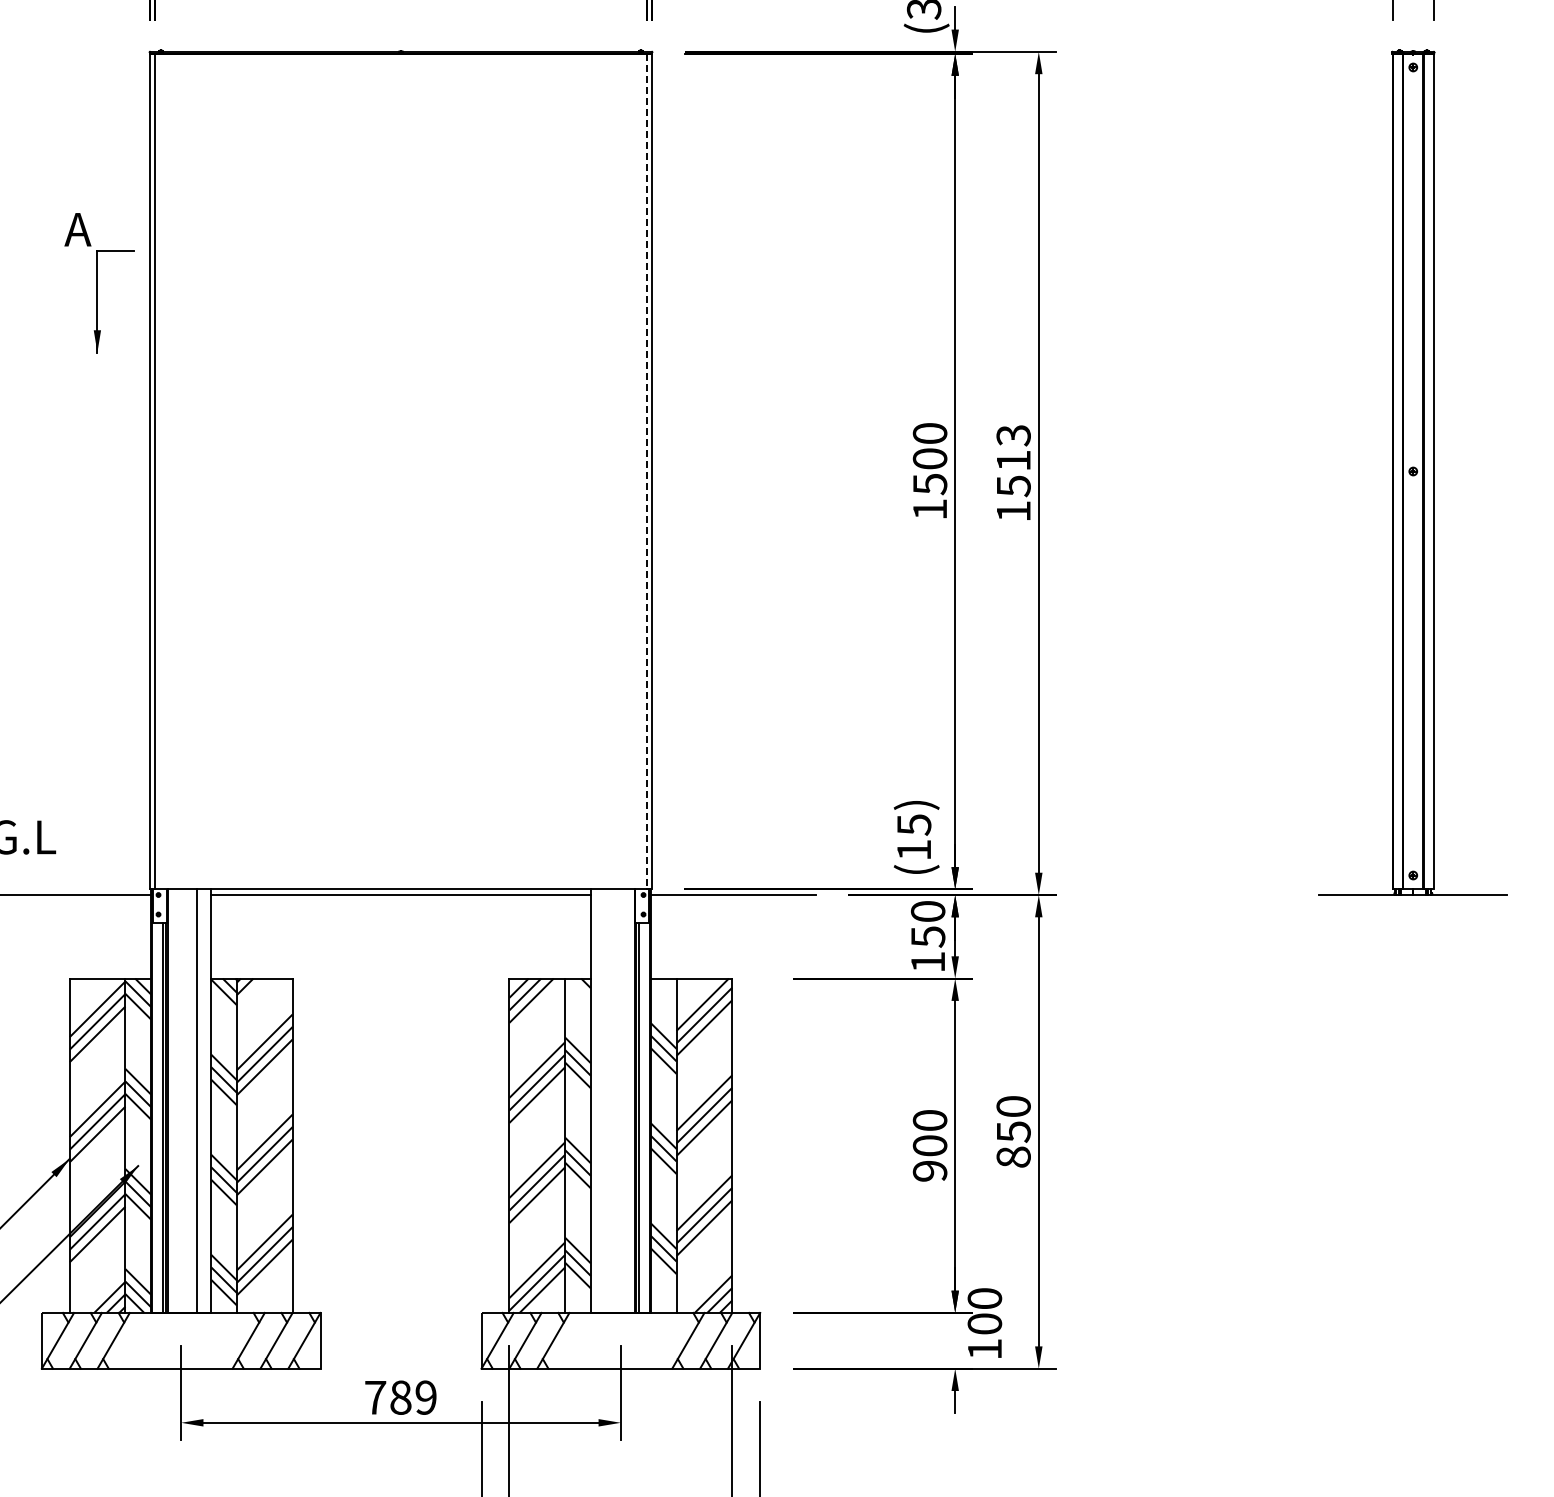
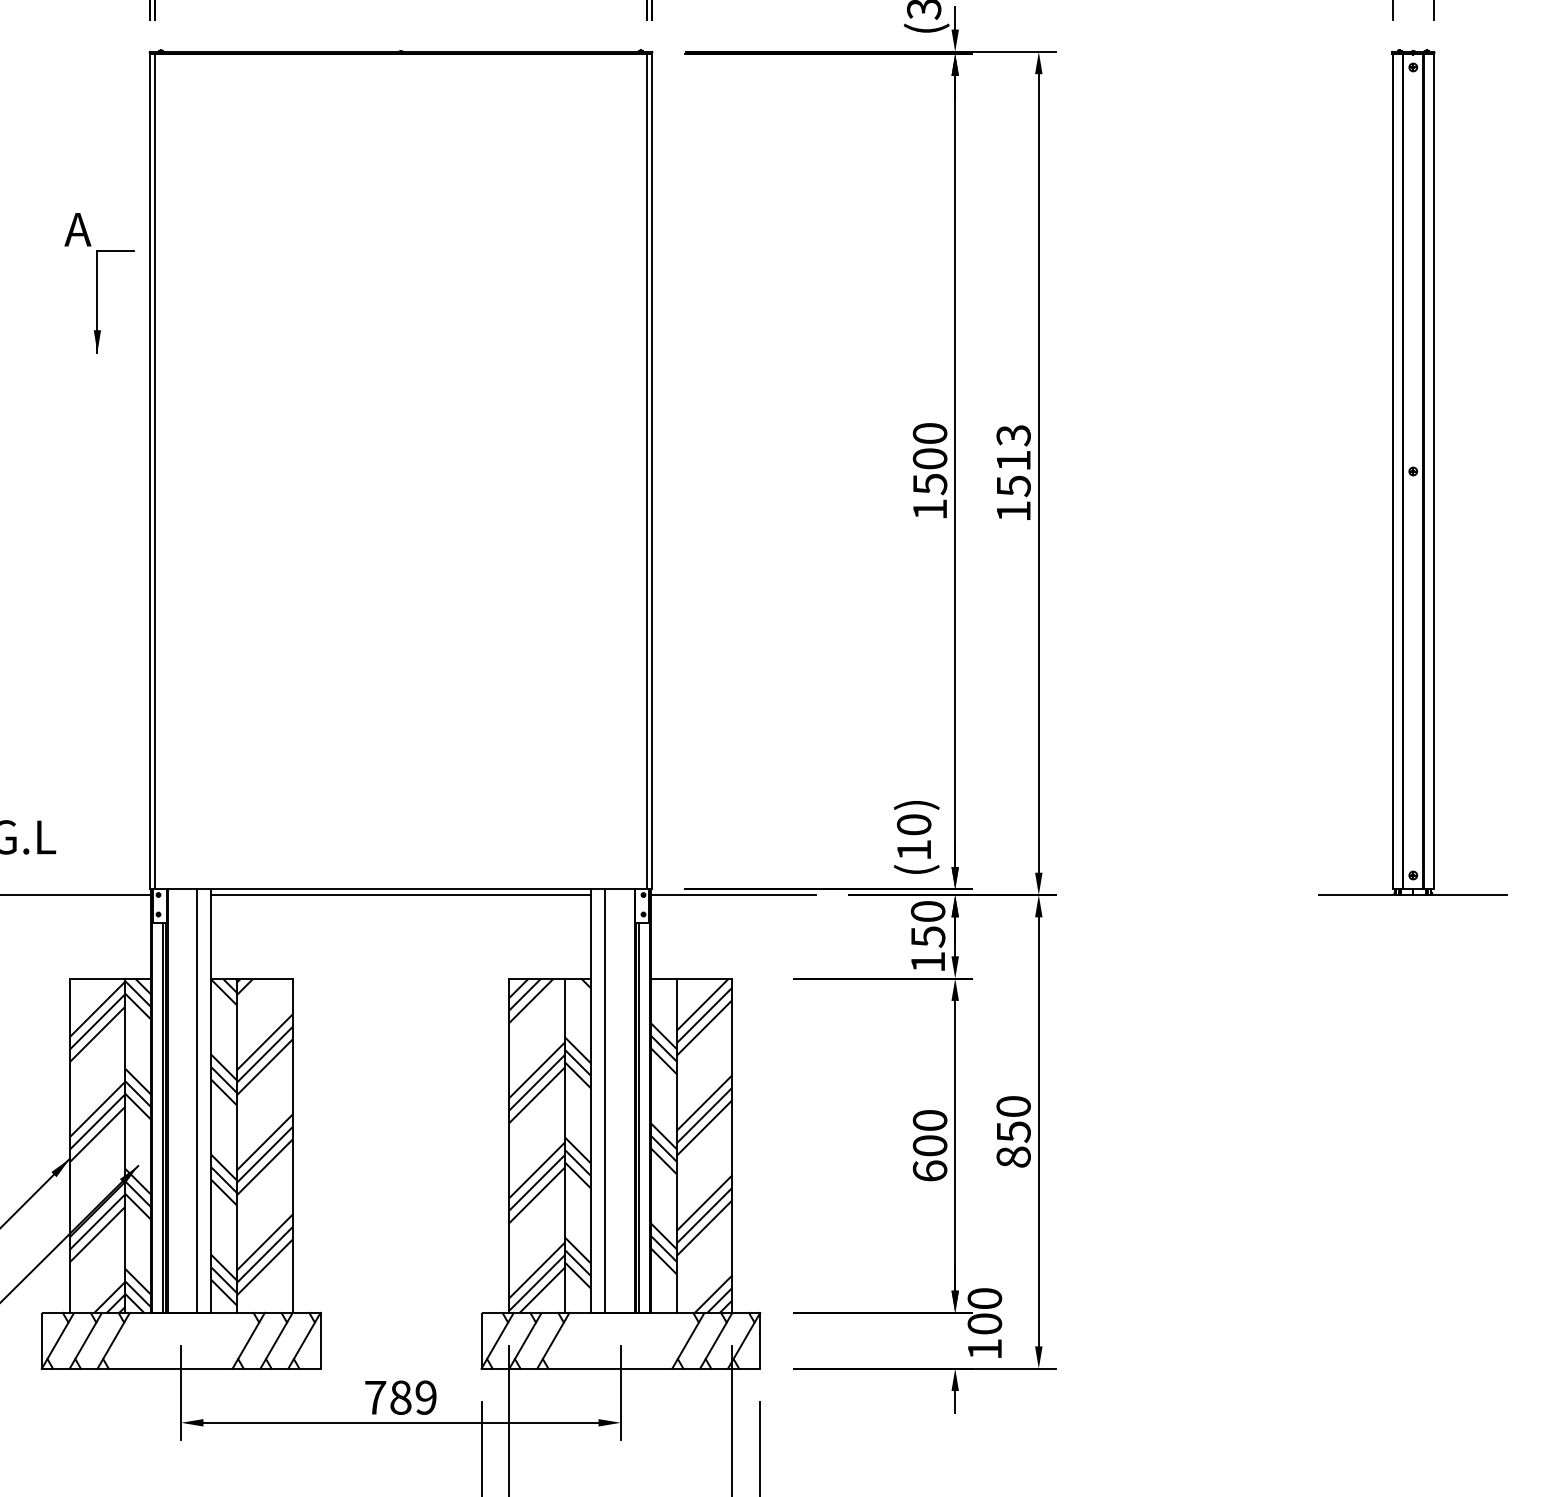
line at (647, 471): dashed -> solid
text at (914, 824): (15) -> (10)
line at (604, 1100): none -> present
text at (929, 1170): 900 -> 600
